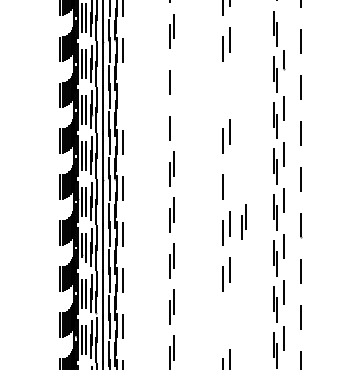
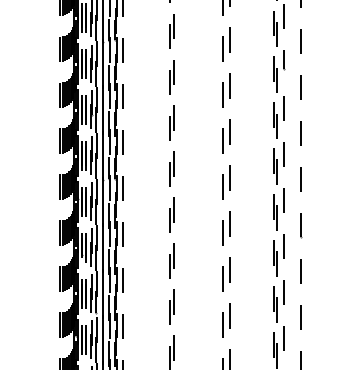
line at (283, 16): none -> present
line at (173, 72): none -> present
part at (226, 90): none -> present
line at (123, 96): none -> present
line at (173, 118): none -> present
line at (230, 177): none -> present
part at (243, 221): present -> none
part at (226, 320): none -> present
